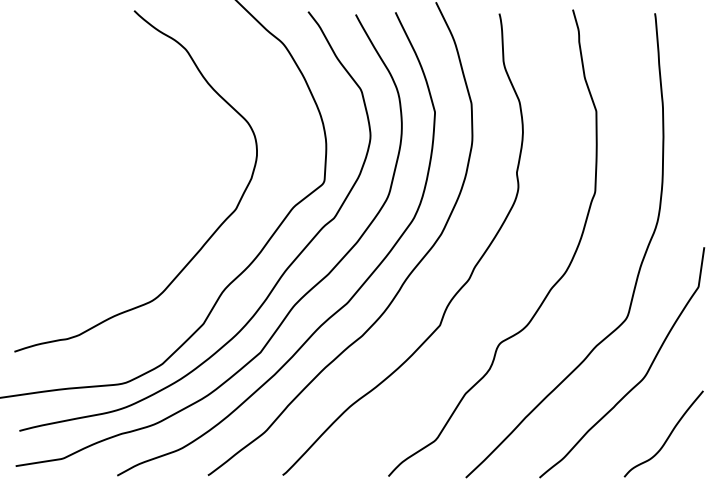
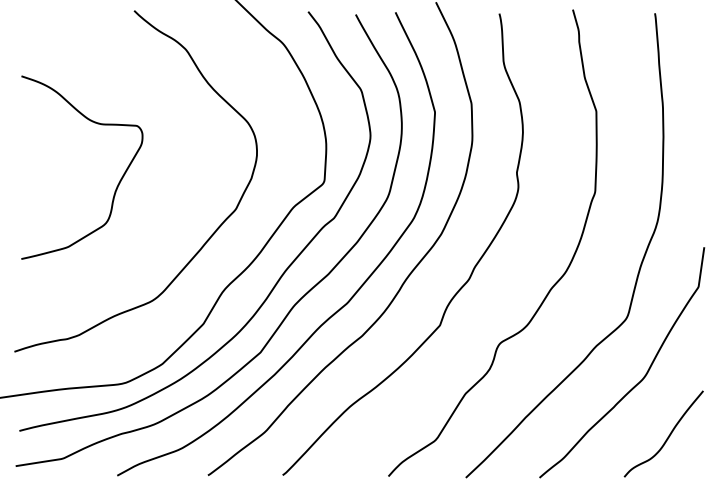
curve at (117, 184): none -> present
